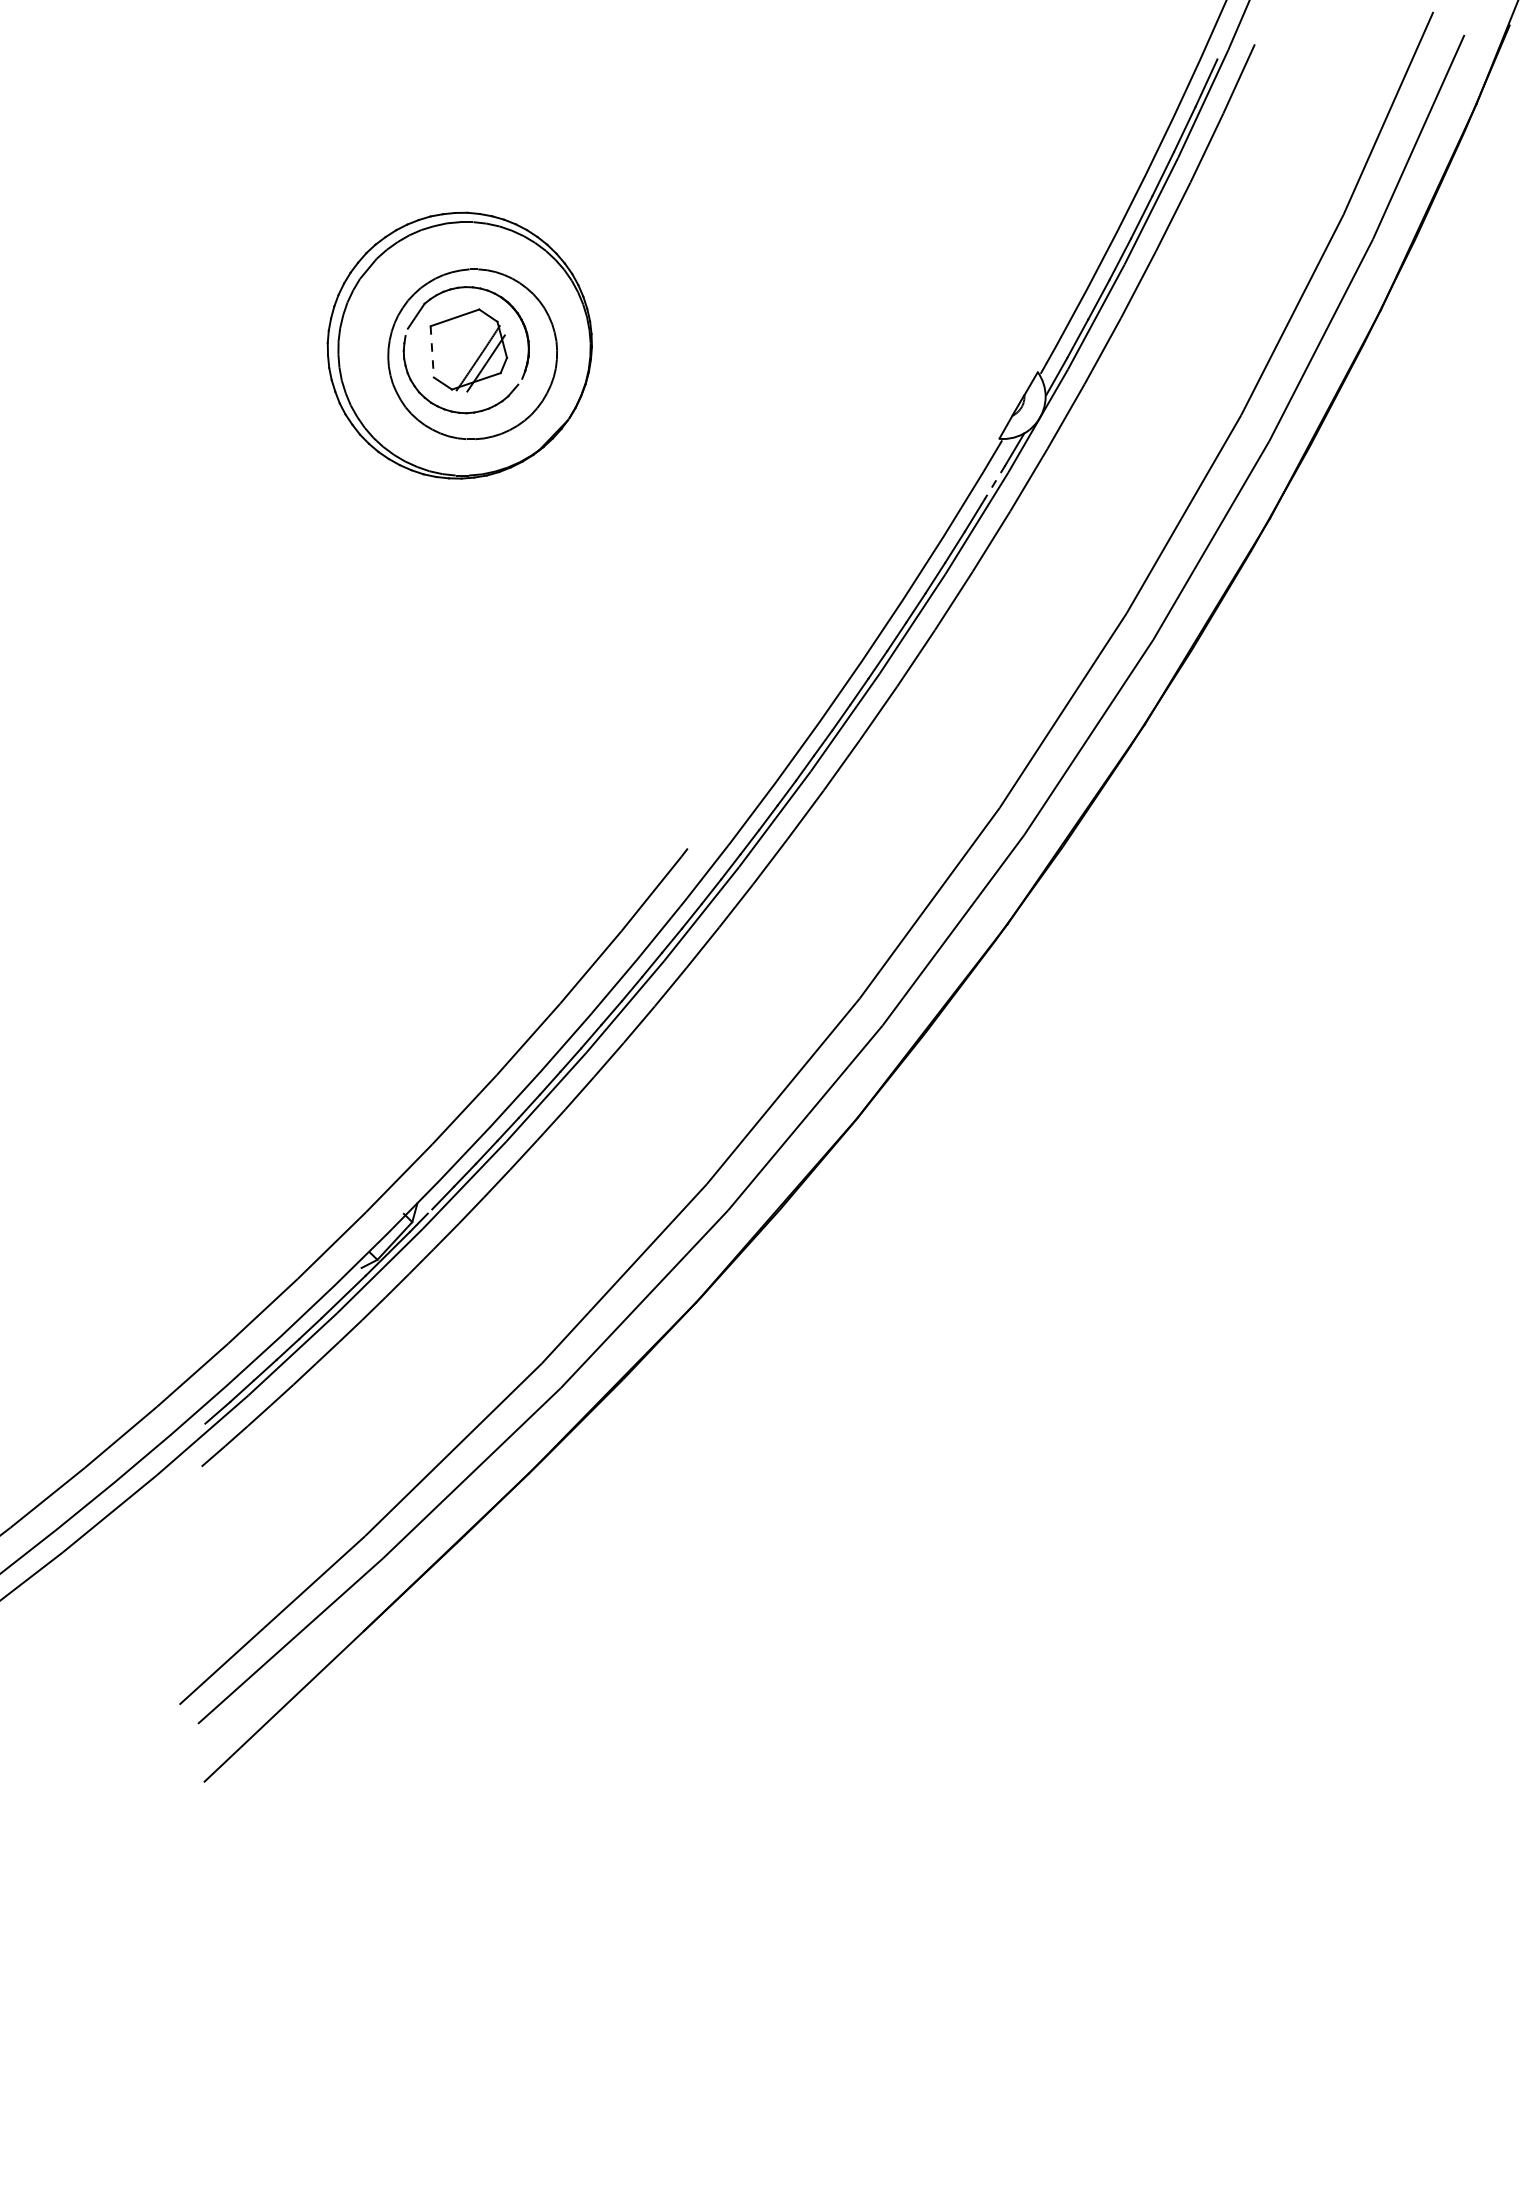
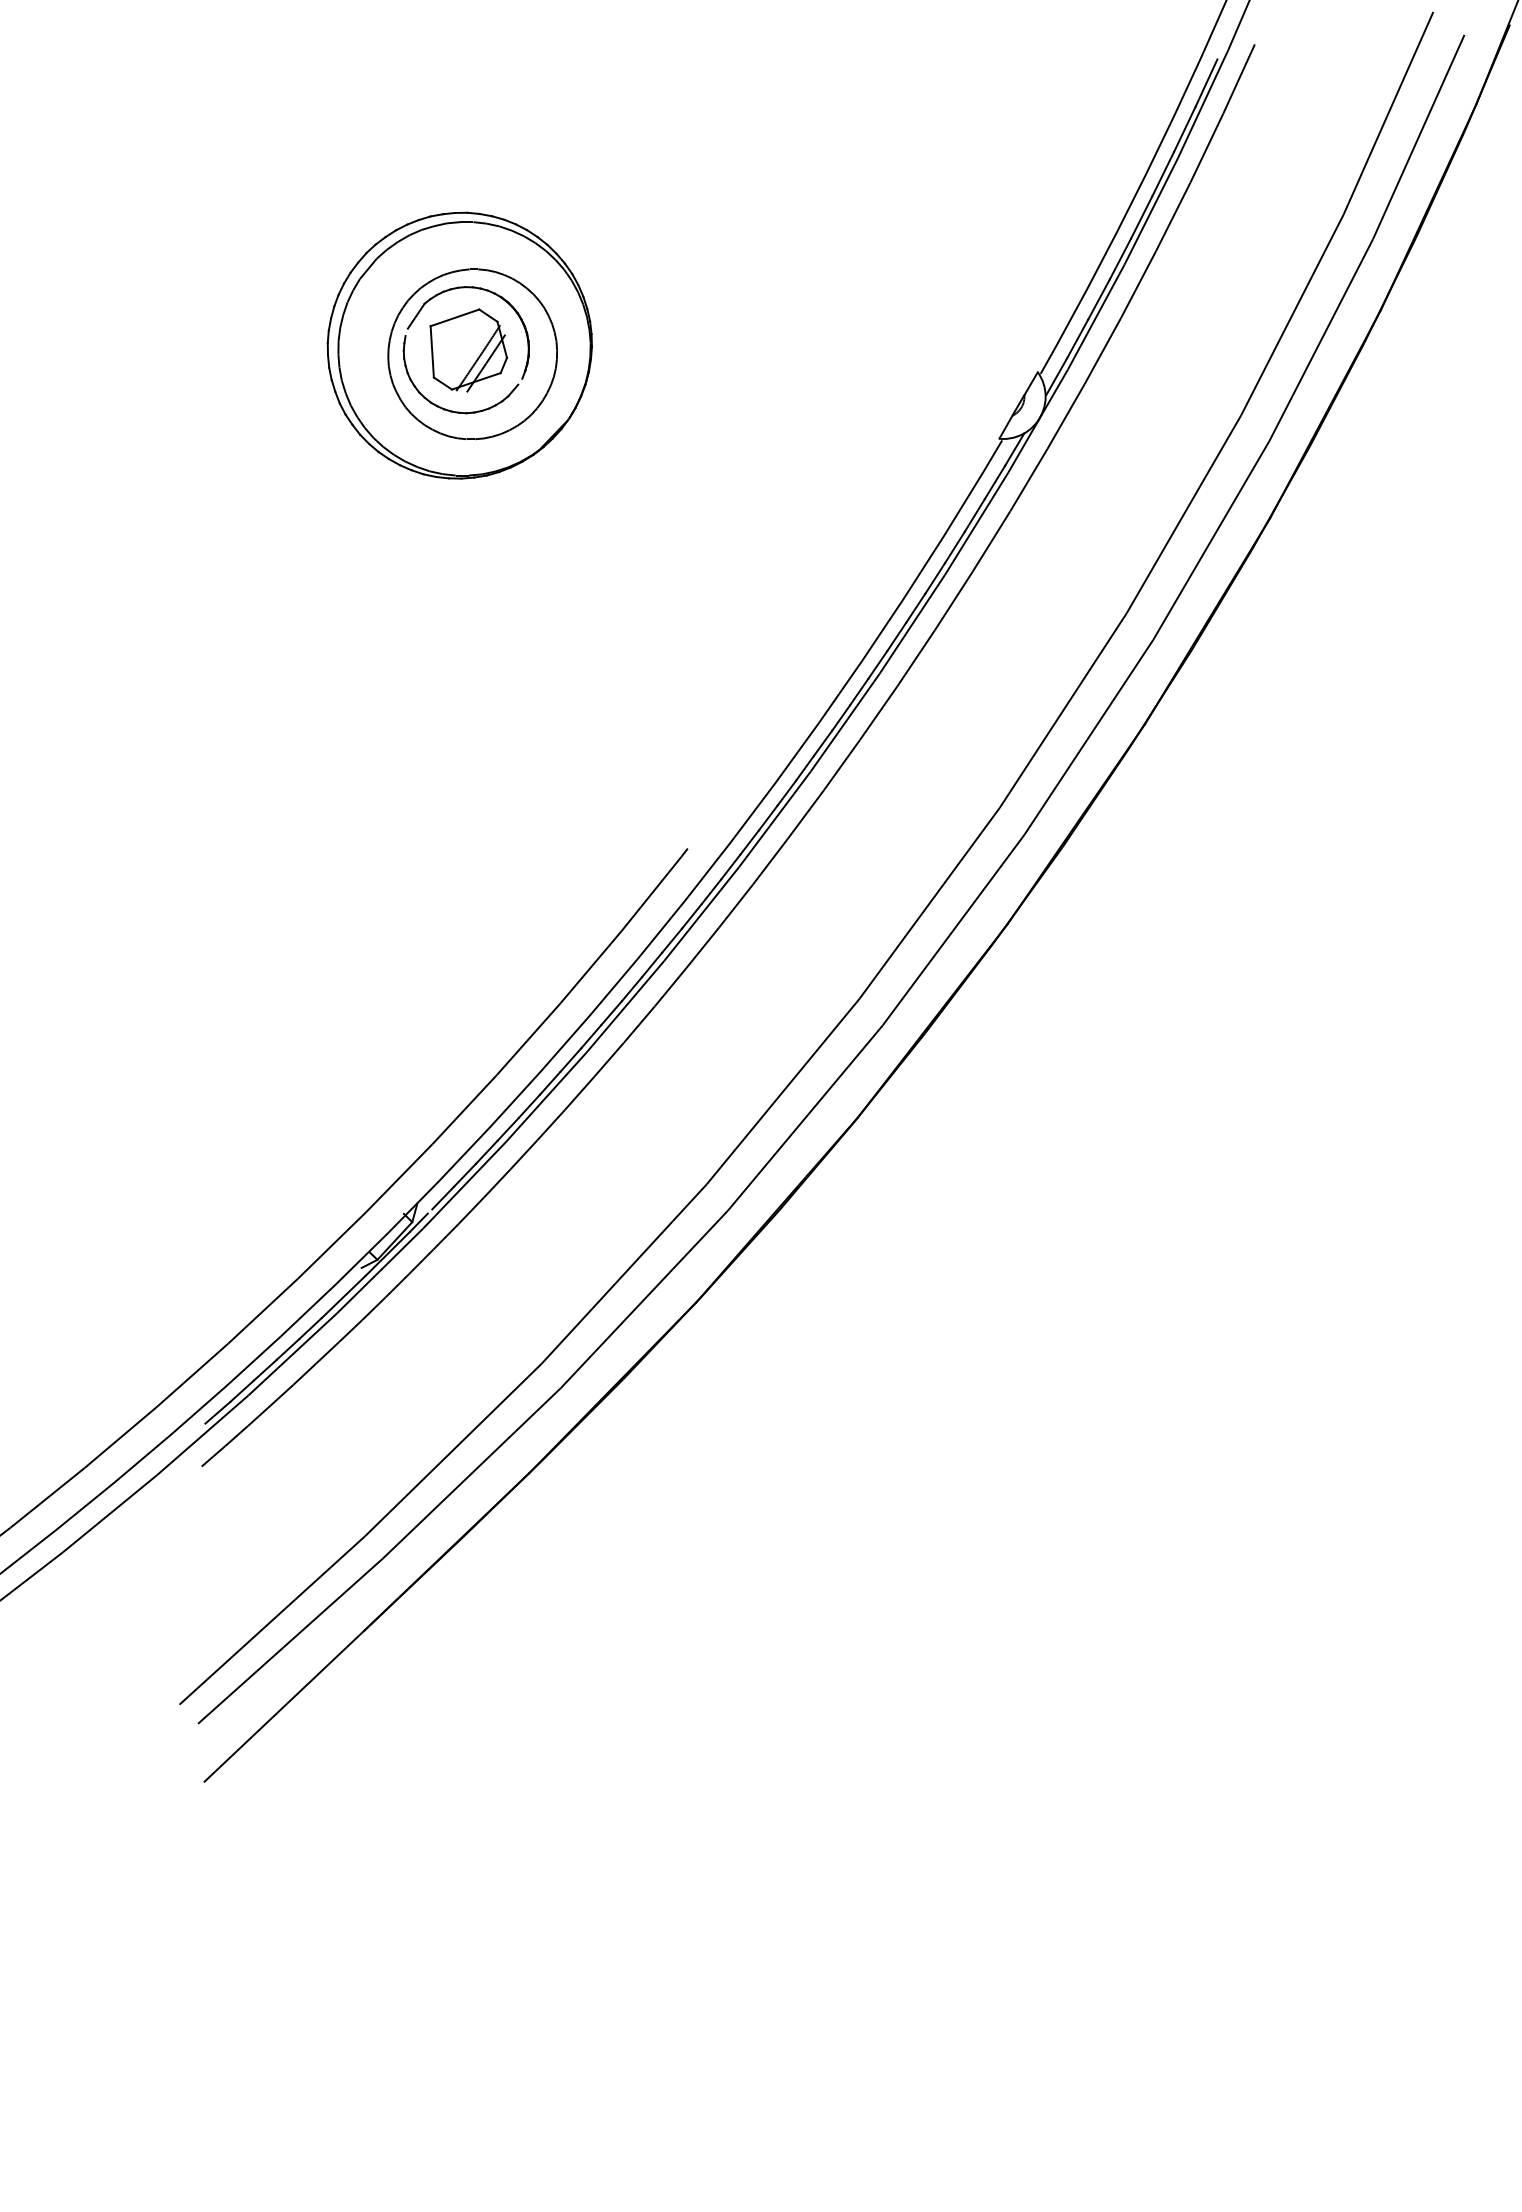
line at (432, 351): dashed -> solid
line at (994, 482): dashed -> solid
